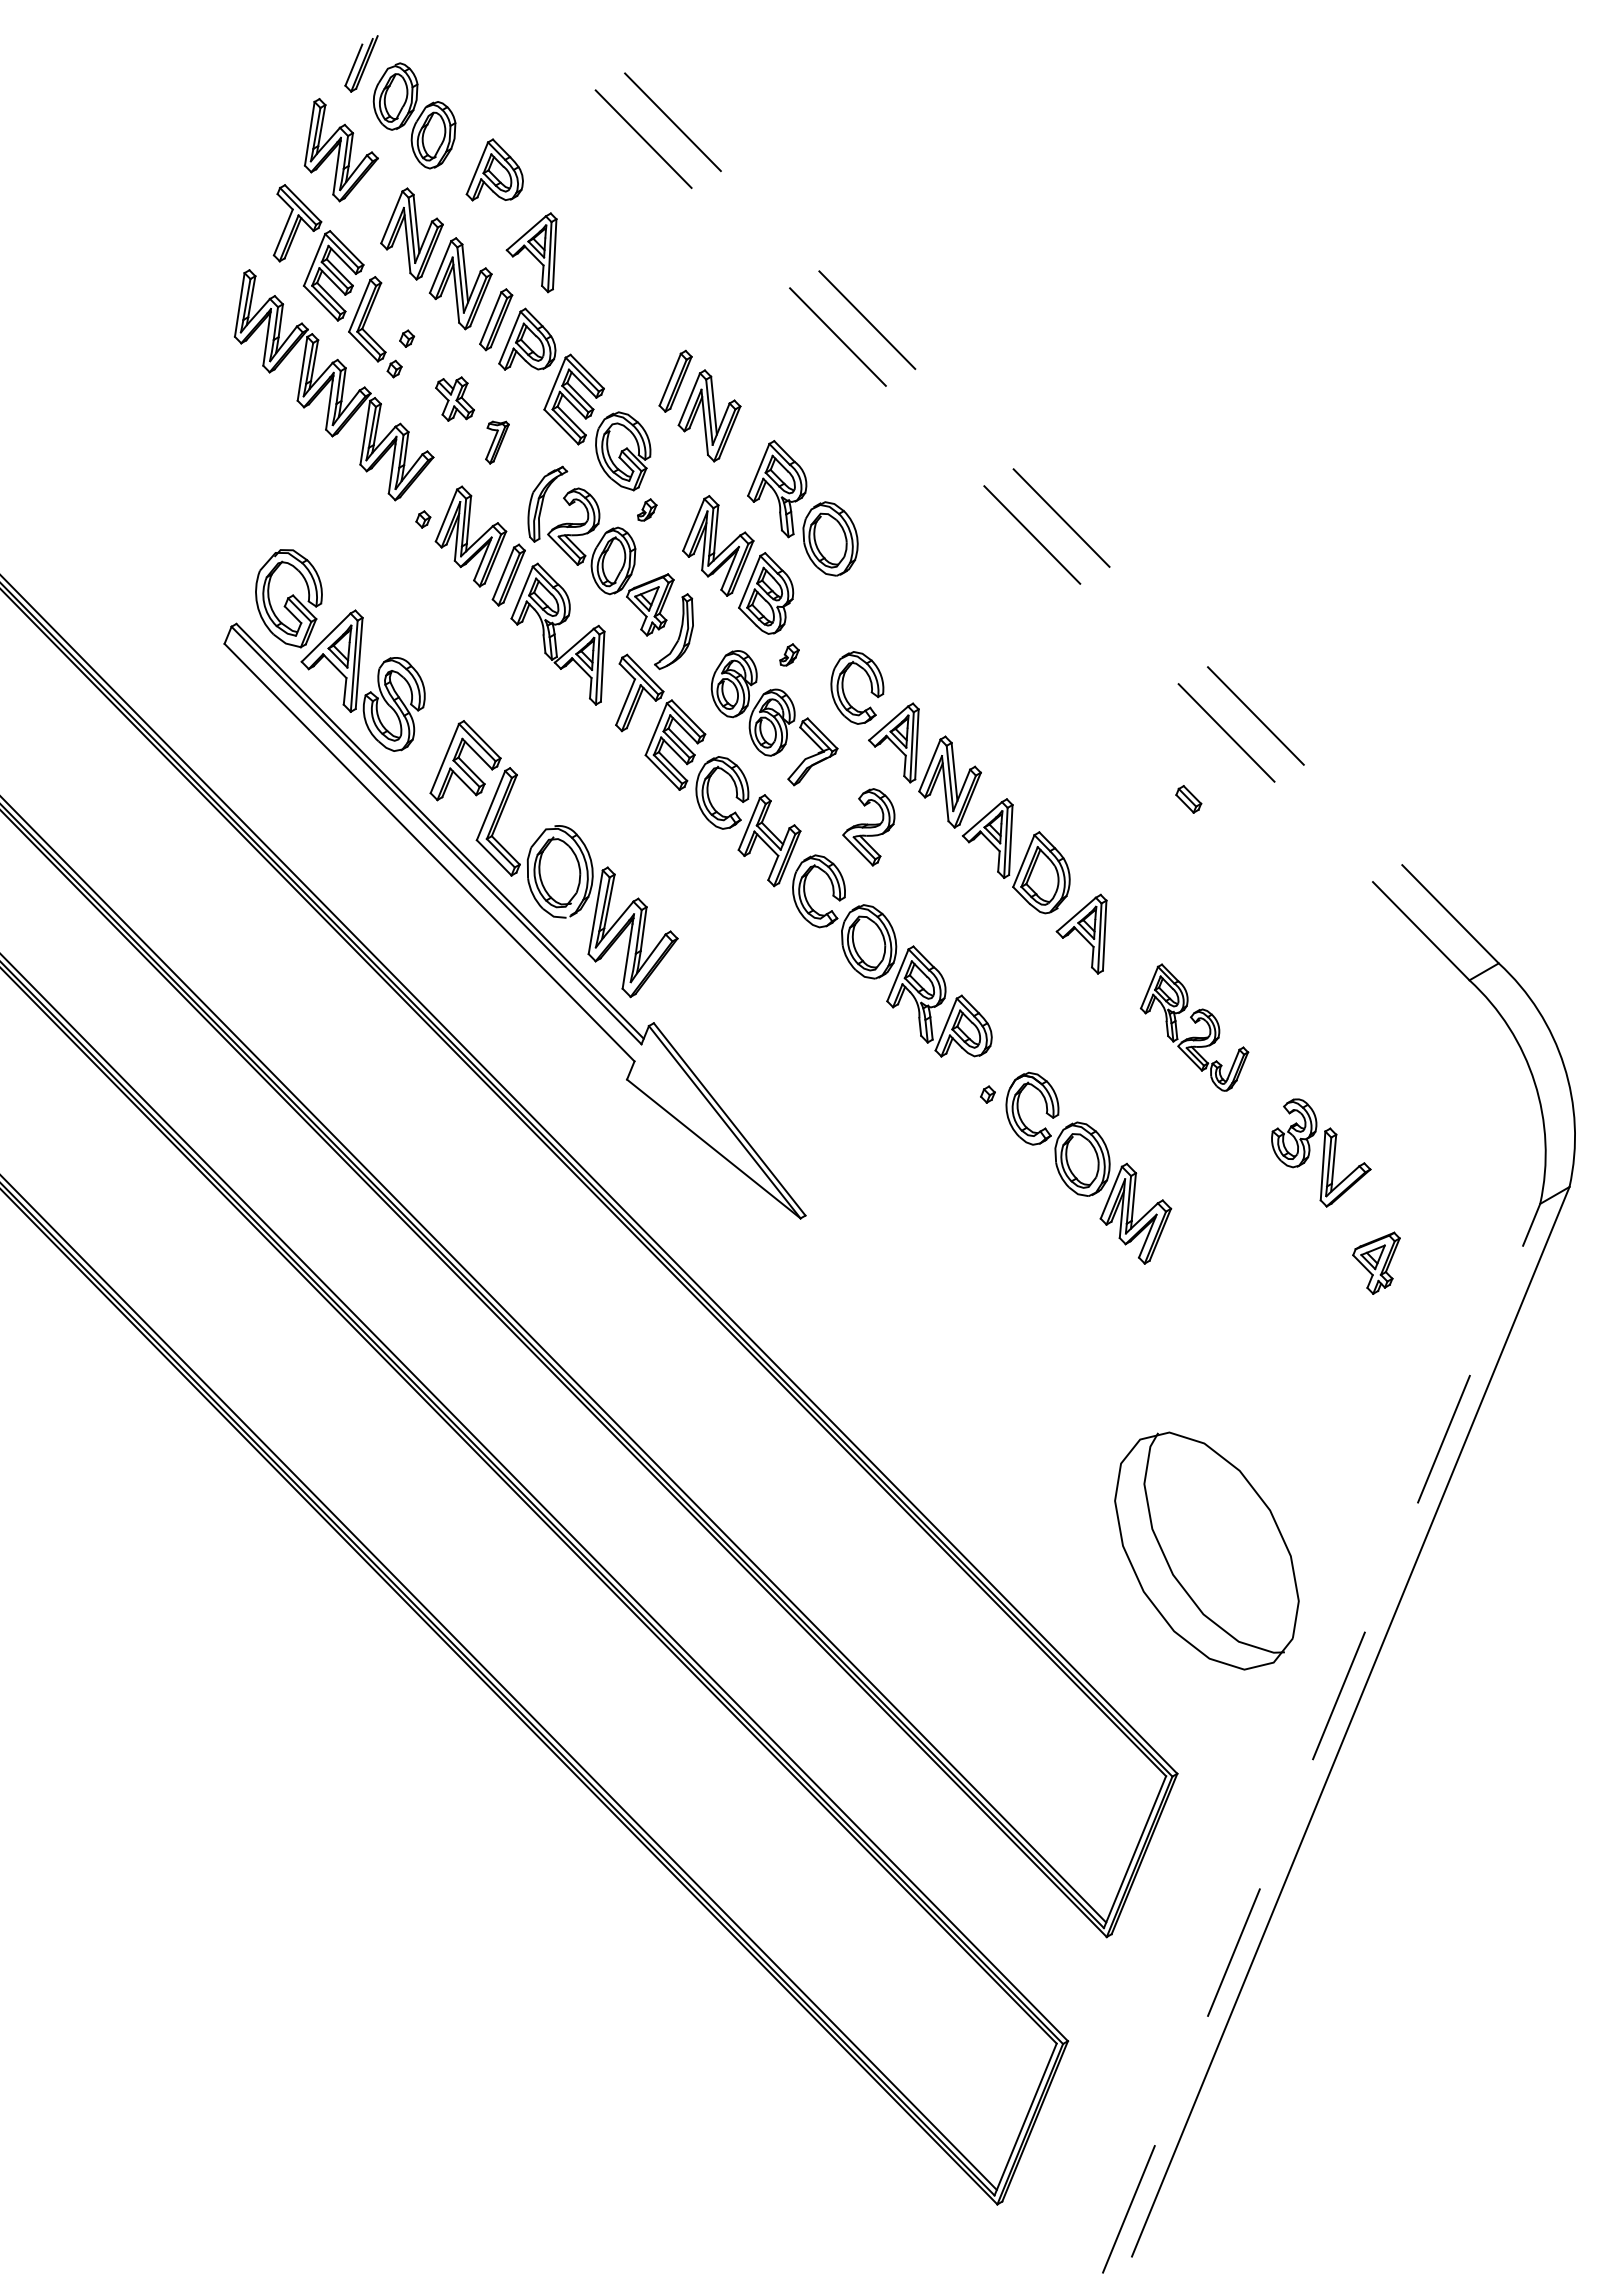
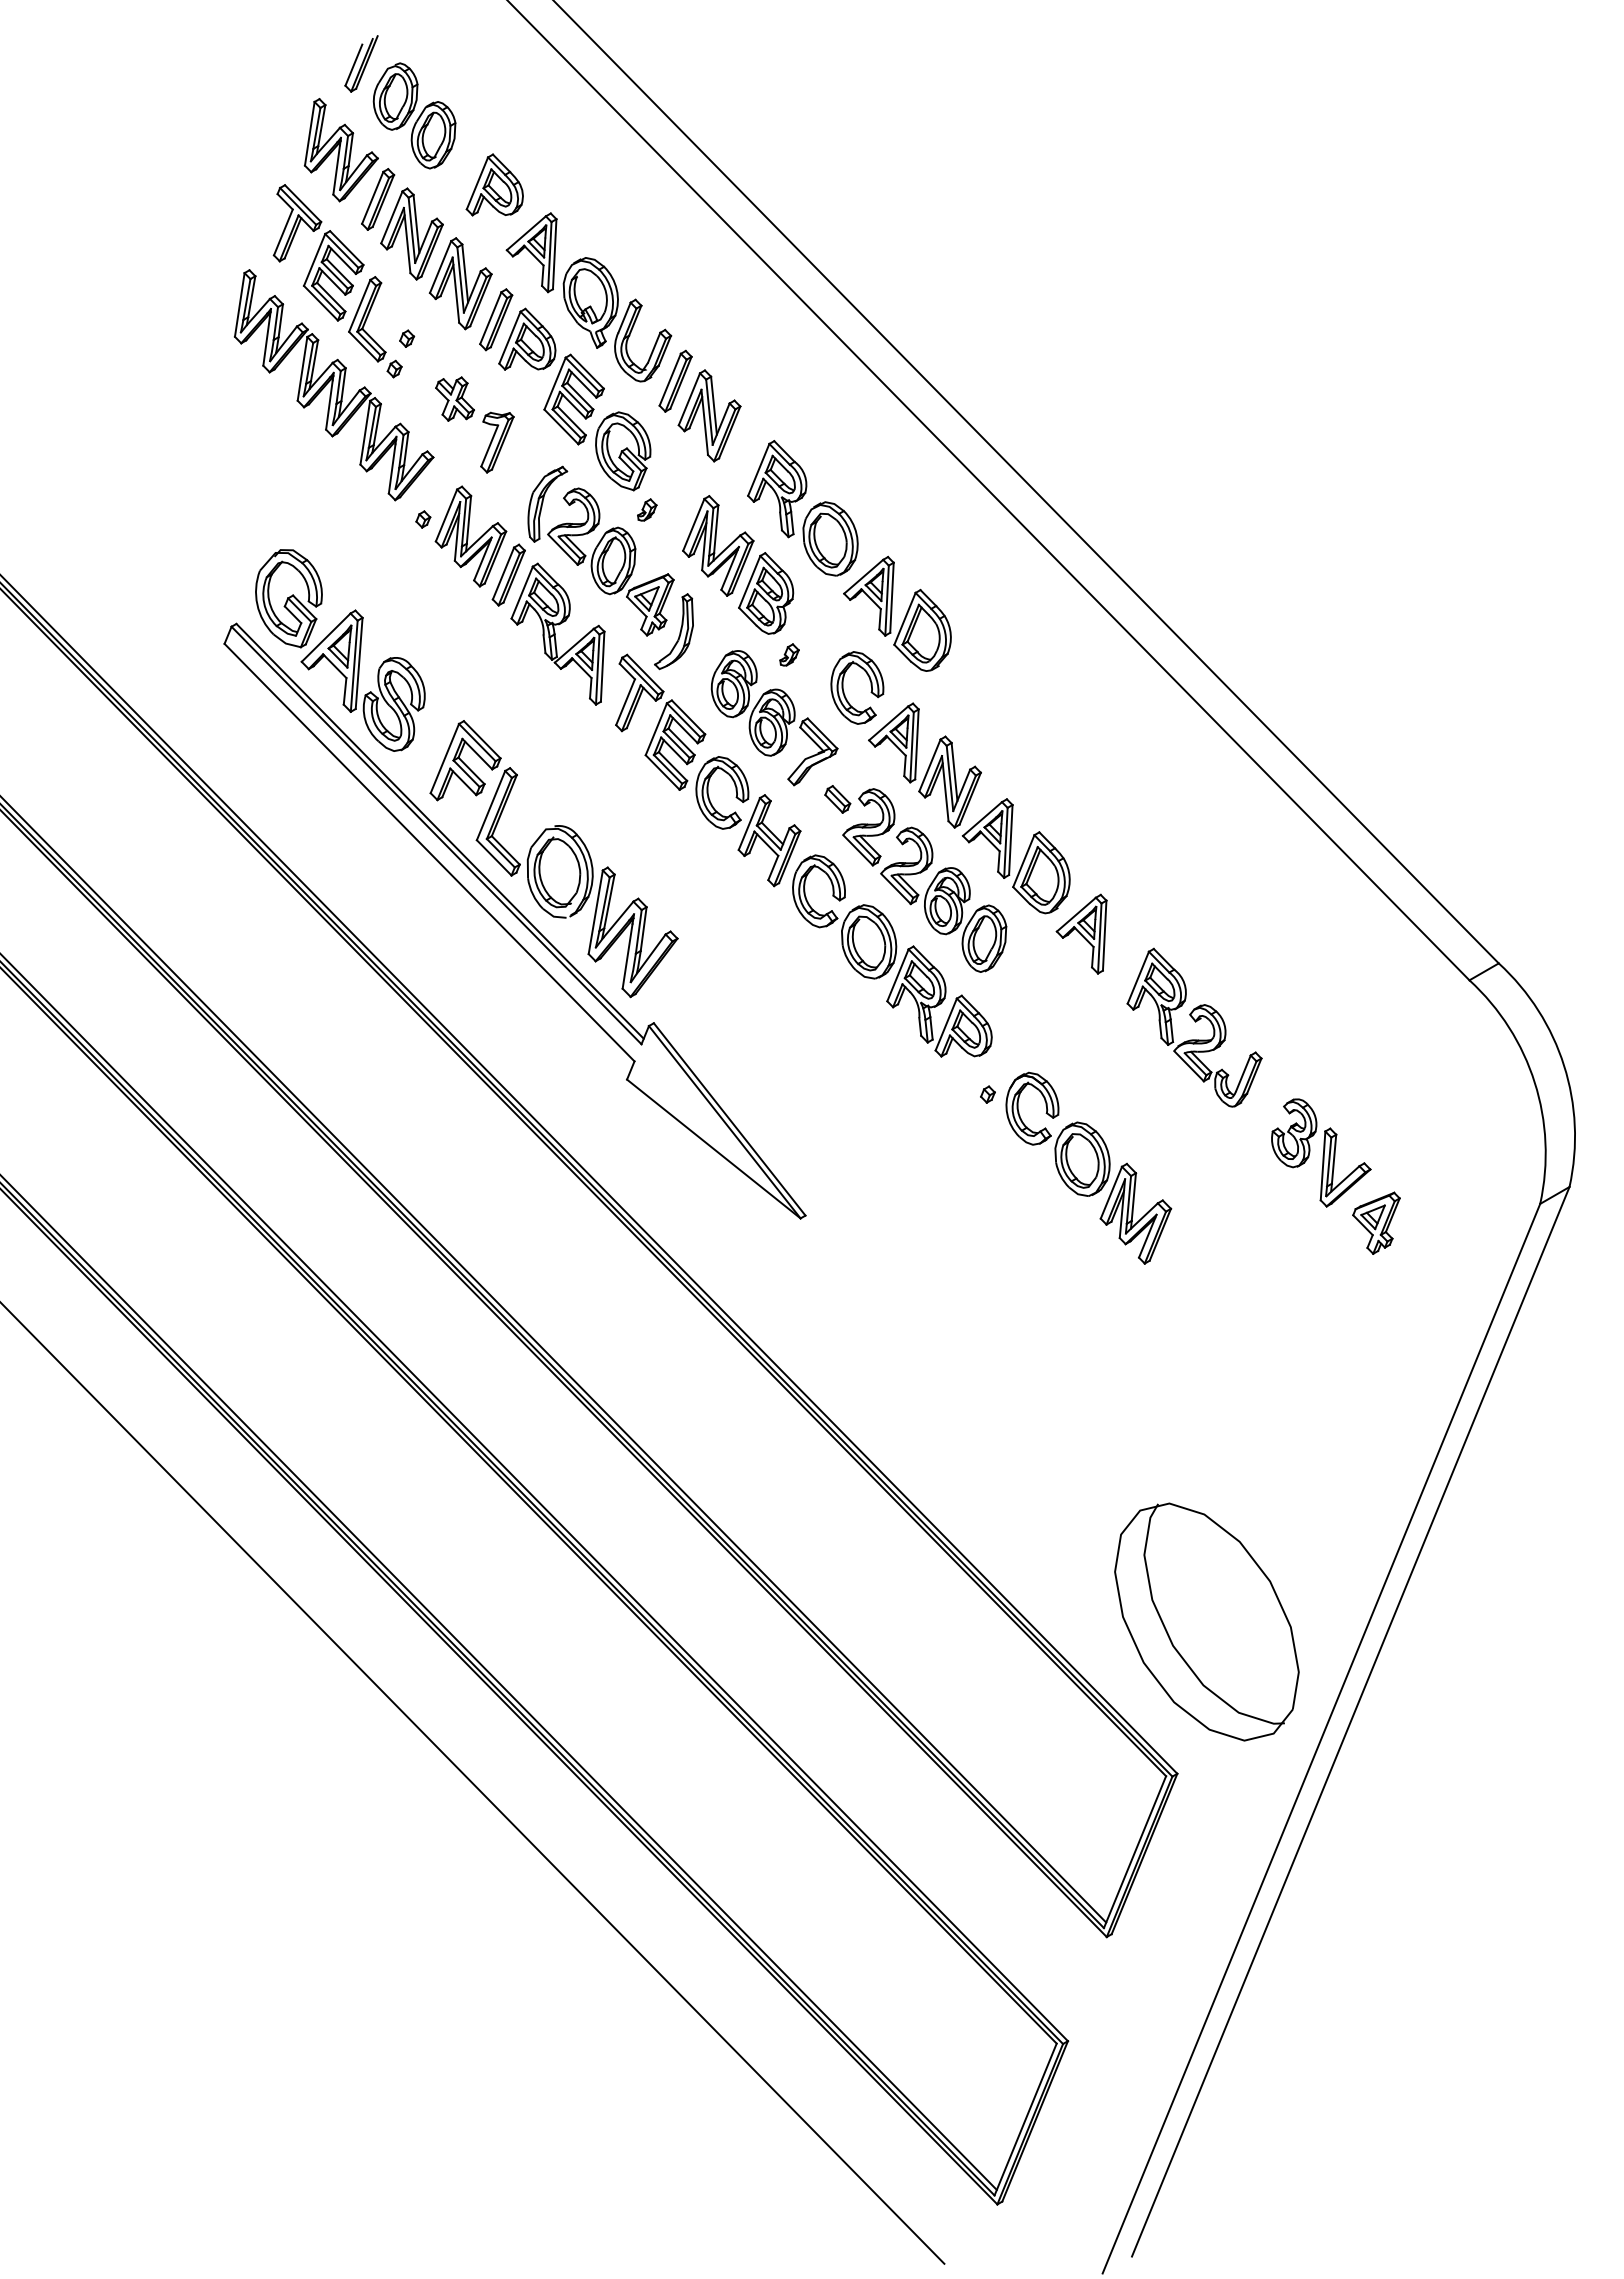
part at (494, 169) position: (494, 169) -> (494, 184)
part at (378, 199): none -> present
part at (617, 319): none -> present
part at (497, 442) size: 25x45 px -> 35x63 px
line at (1025, 481): dashed -> solid
line at (988, 490): dashed -> solid
part at (897, 613): none -> present
part at (1188, 799) position: (1188, 799) -> (837, 799)
part at (943, 899): none -> present
part at (1194, 1027) size: 111x129 px -> 137x161 px
part at (1376, 1262) position: (1376, 1262) -> (1376, 1222)
part at (1206, 1550) position: (1206, 1550) -> (1206, 1621)
line at (1321, 1738): dashed -> solid
line at (473, 1783): none -> present
